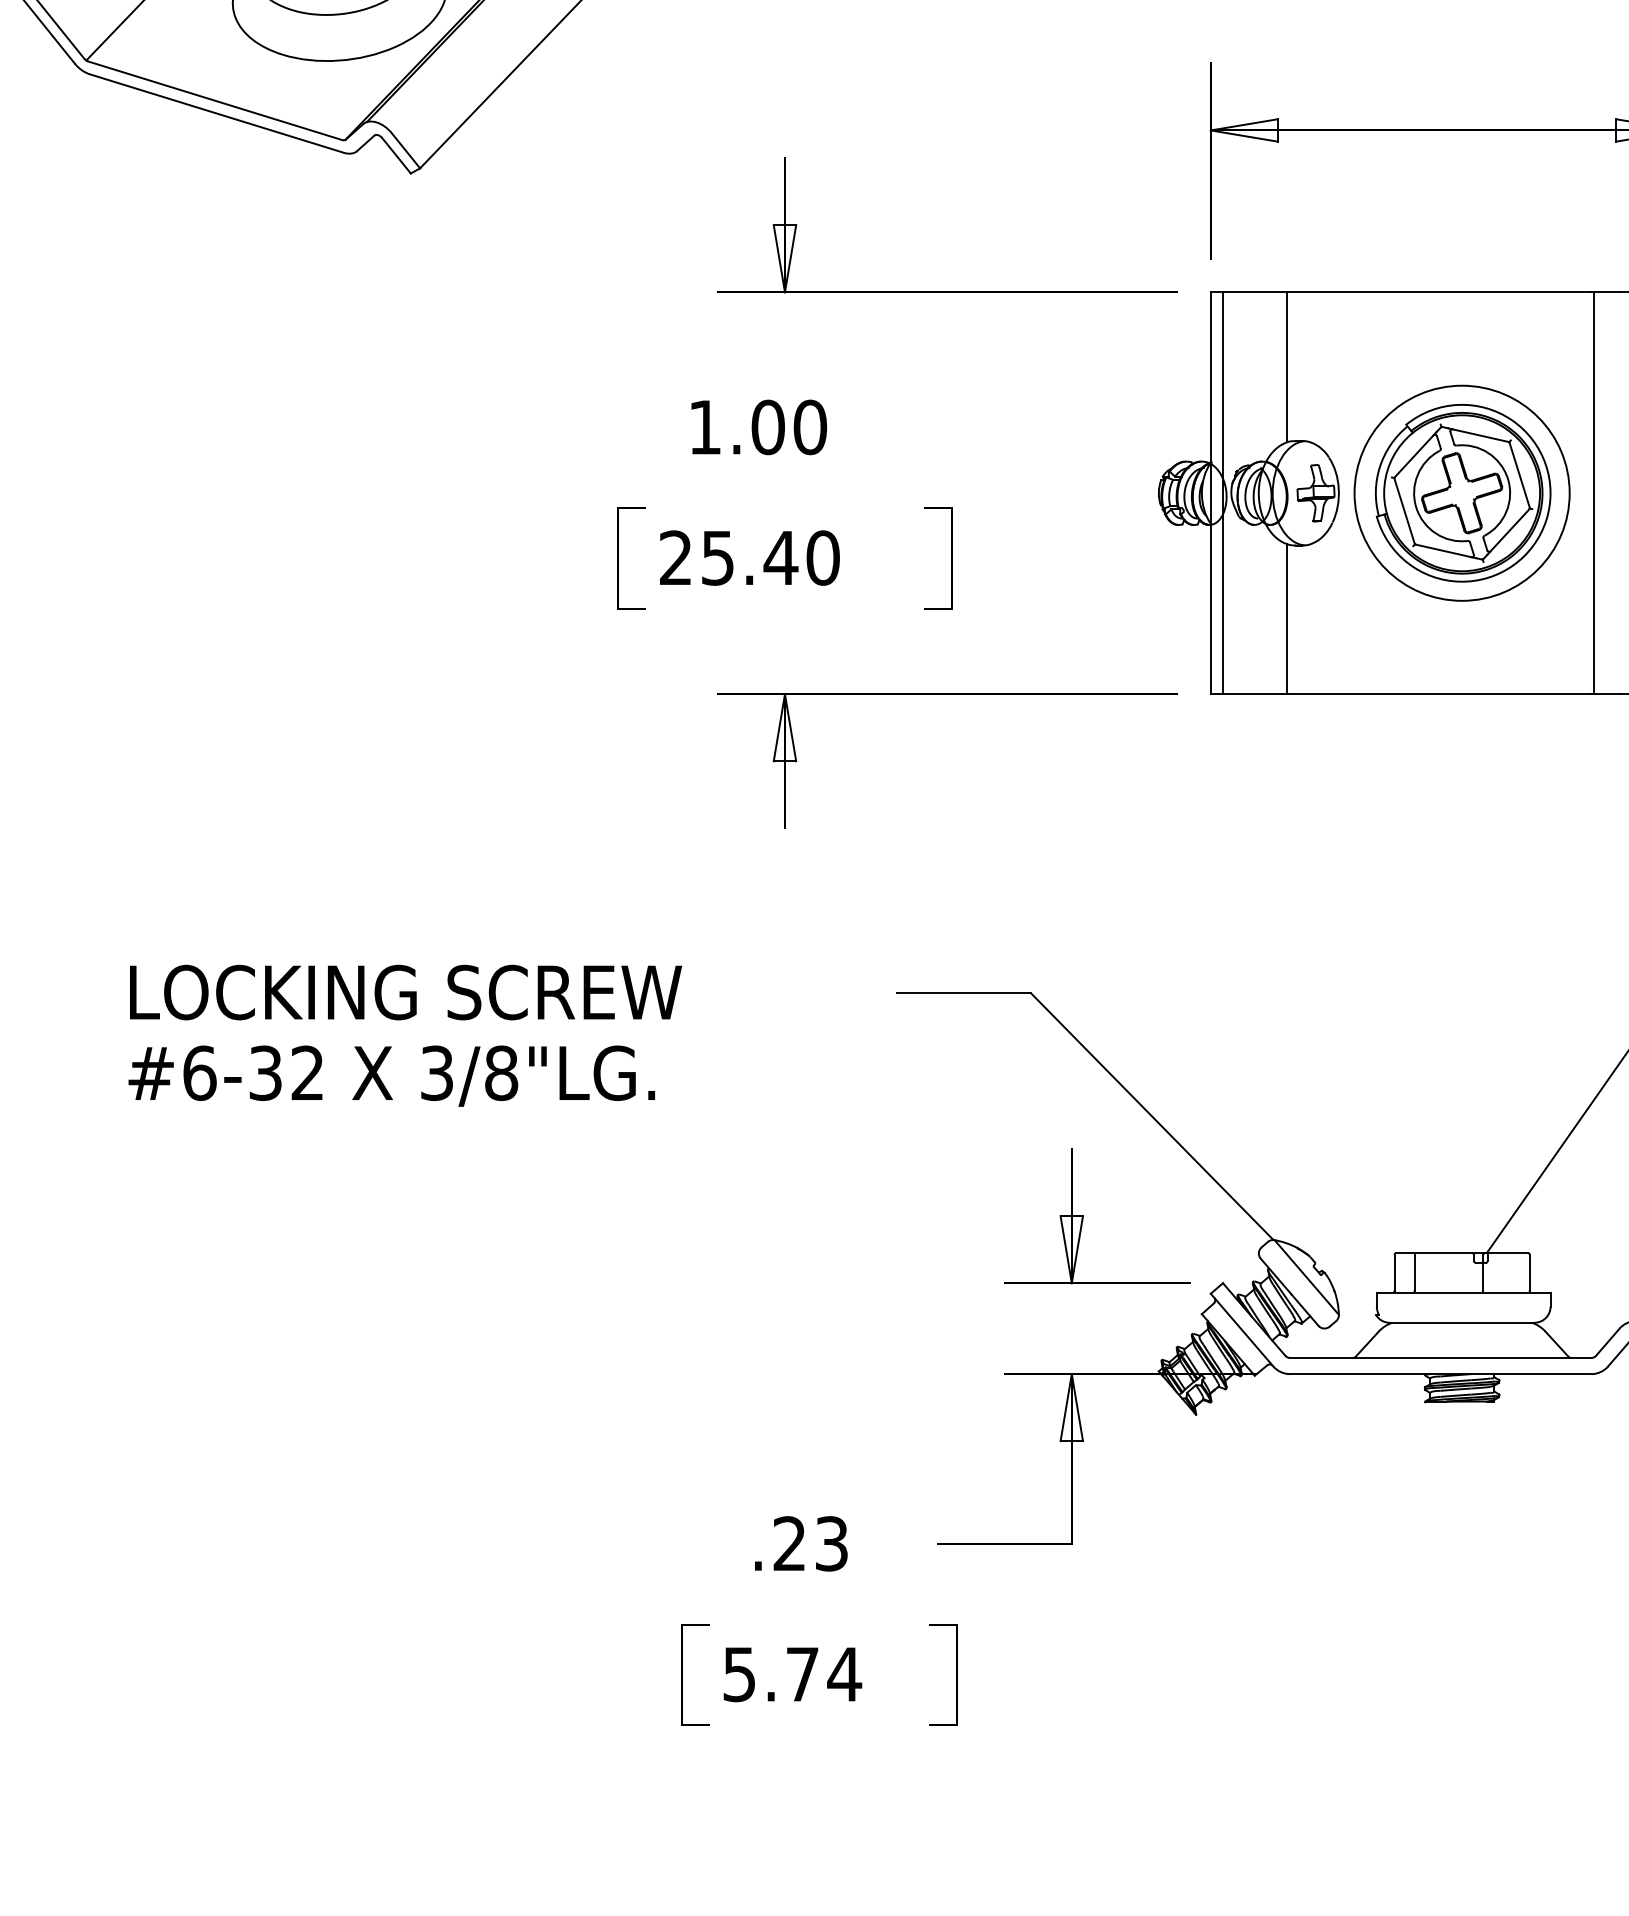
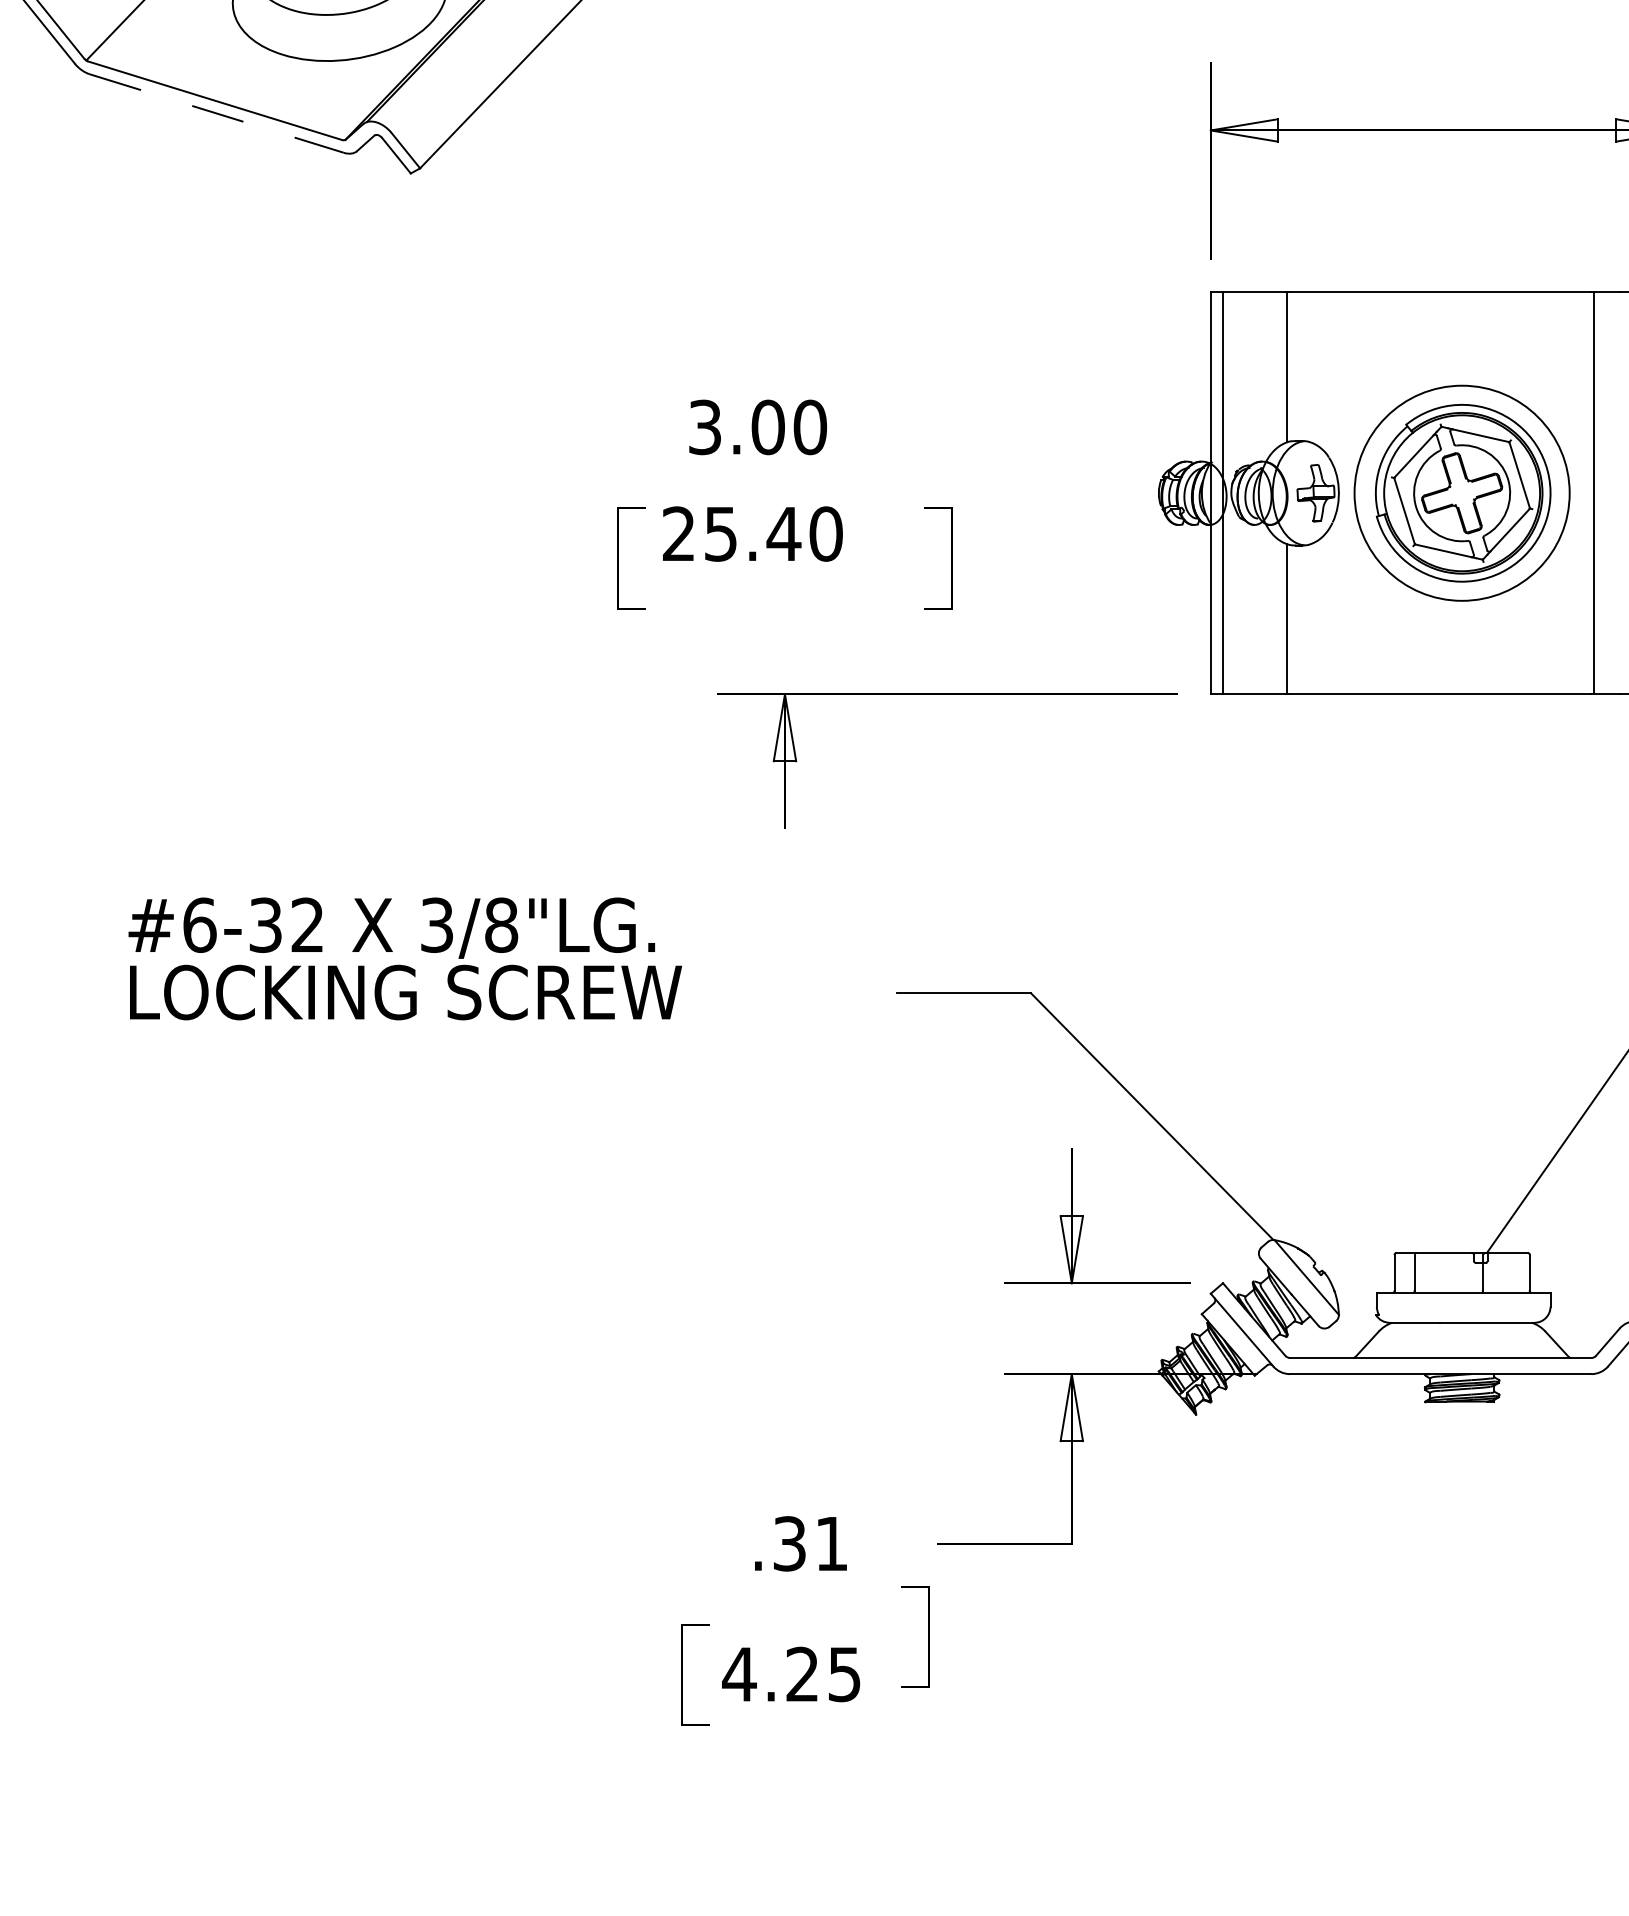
line at (216, 113): solid -> dashed
part at (947, 291): present -> none
text at (704, 427): 1.00 -> 3.00
text at (749, 557) position: (749, 557) -> (752, 533)
text at (391, 1075) position: (391, 1075) -> (391, 927)
text at (810, 1543): .23 -> .31
text at (792, 1674): 5.74 -> 4.25
part at (956, 1674) position: (956, 1674) -> (928, 1636)
